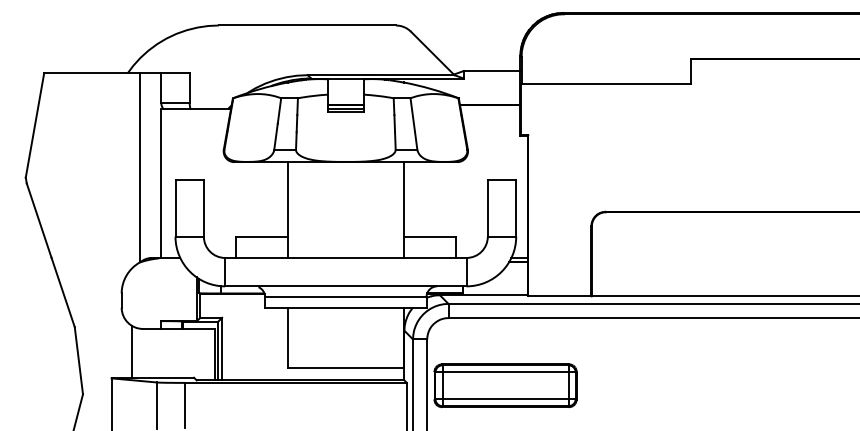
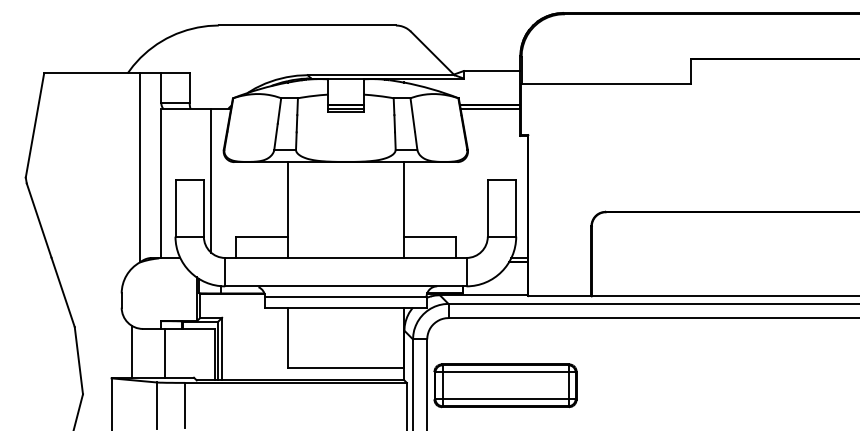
line at (490, 108): none -> present
line at (210, 180): none -> present
line at (164, 352): none -> present
